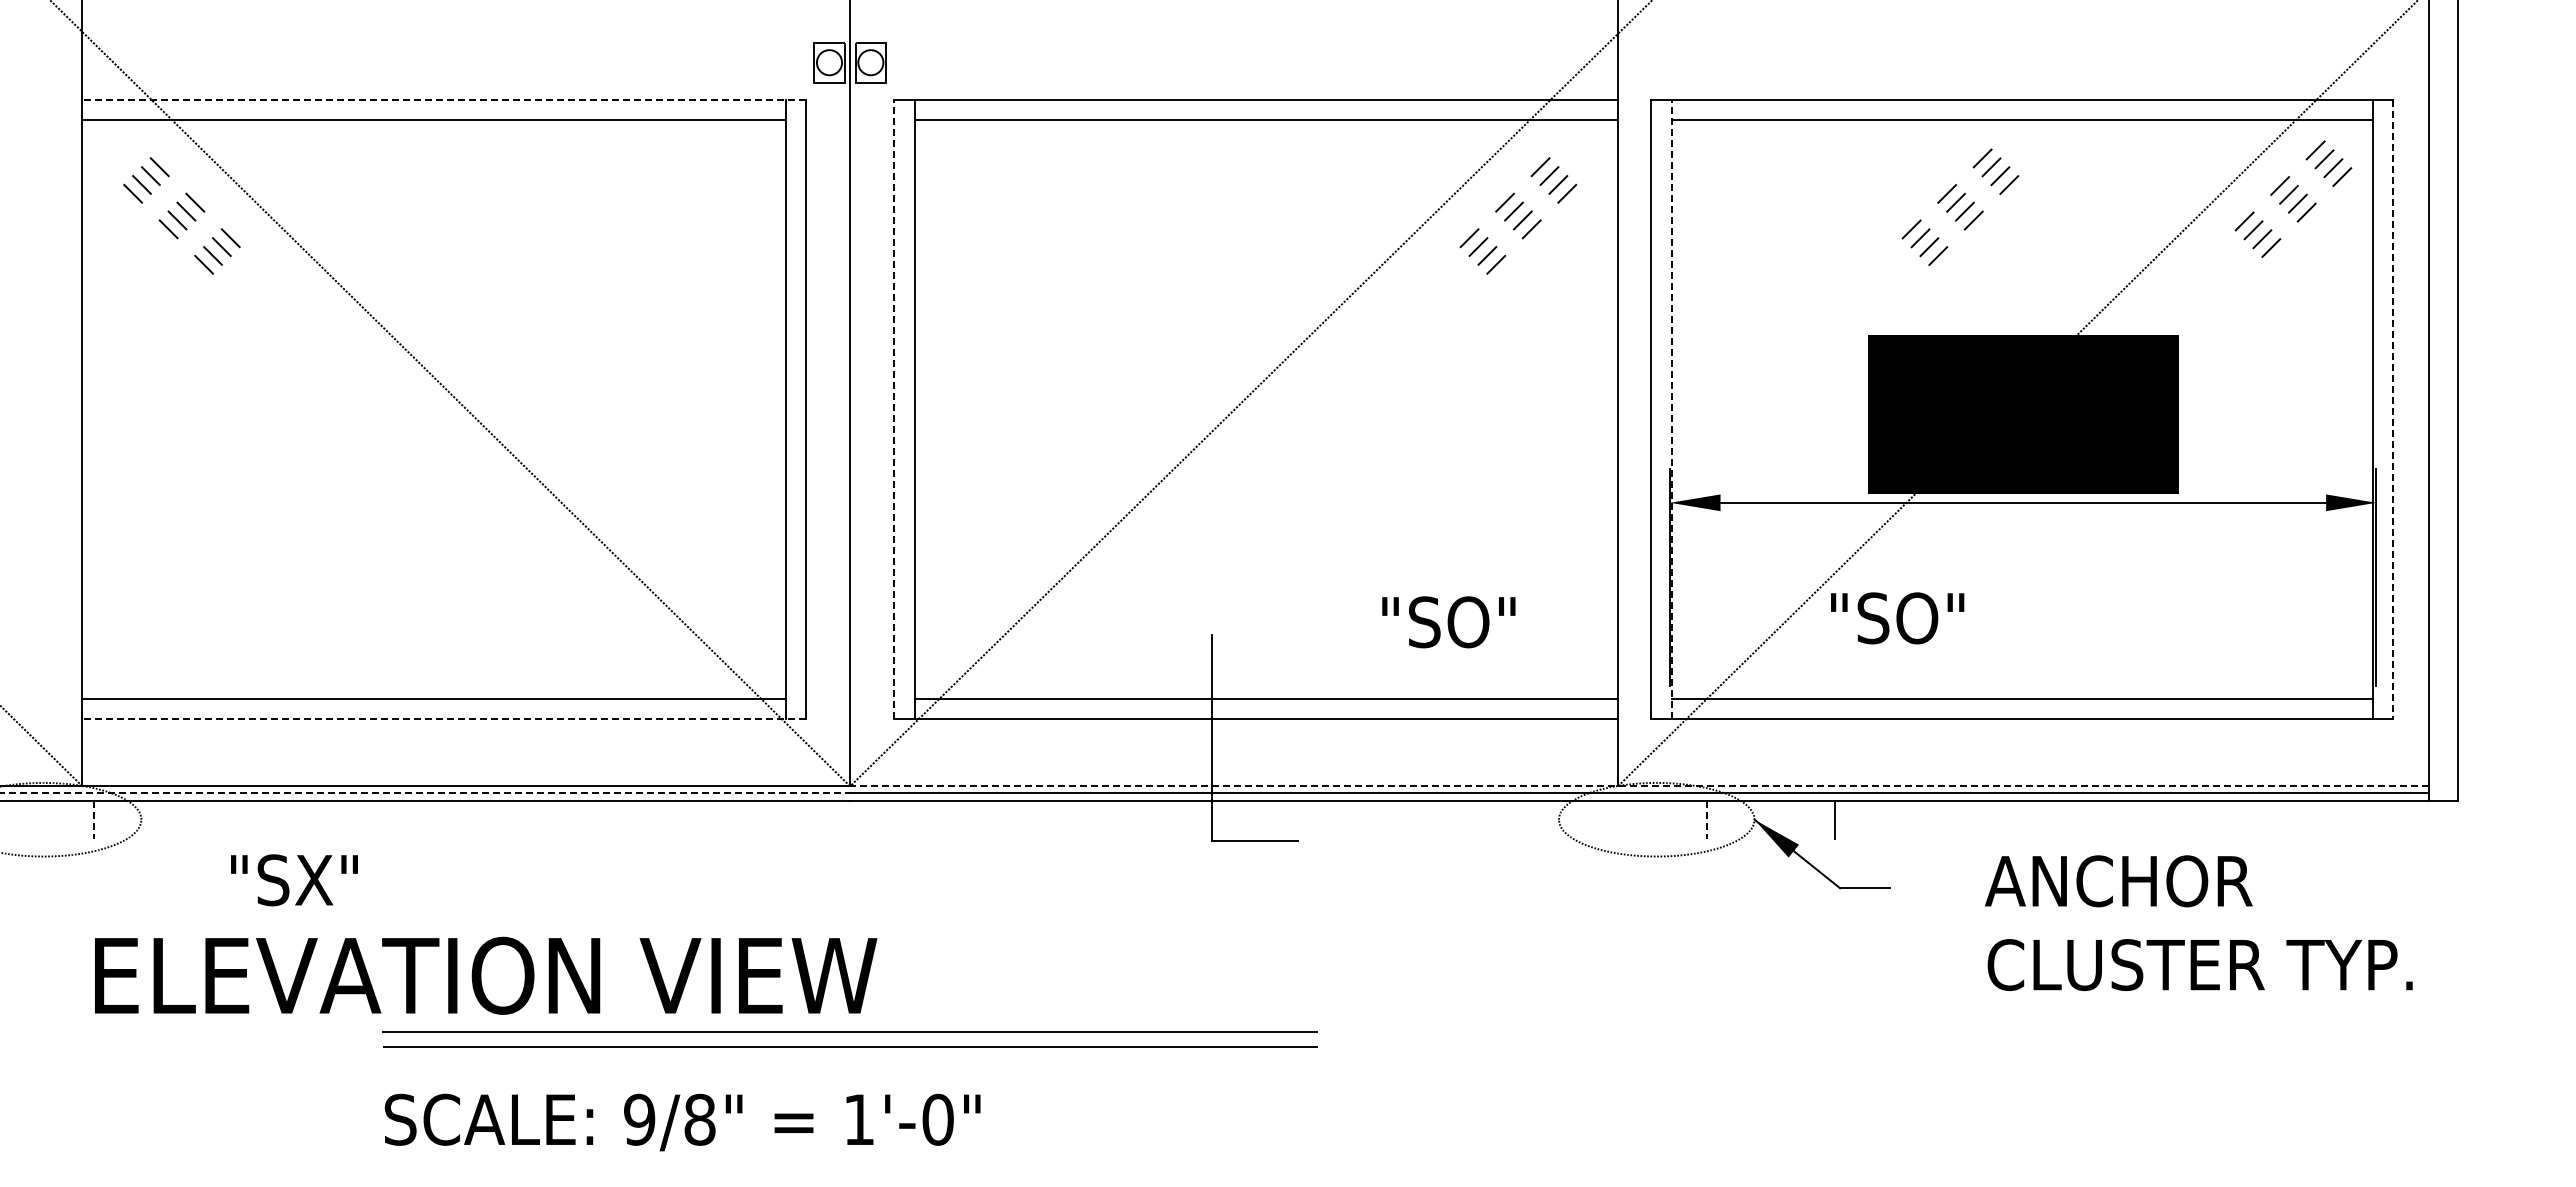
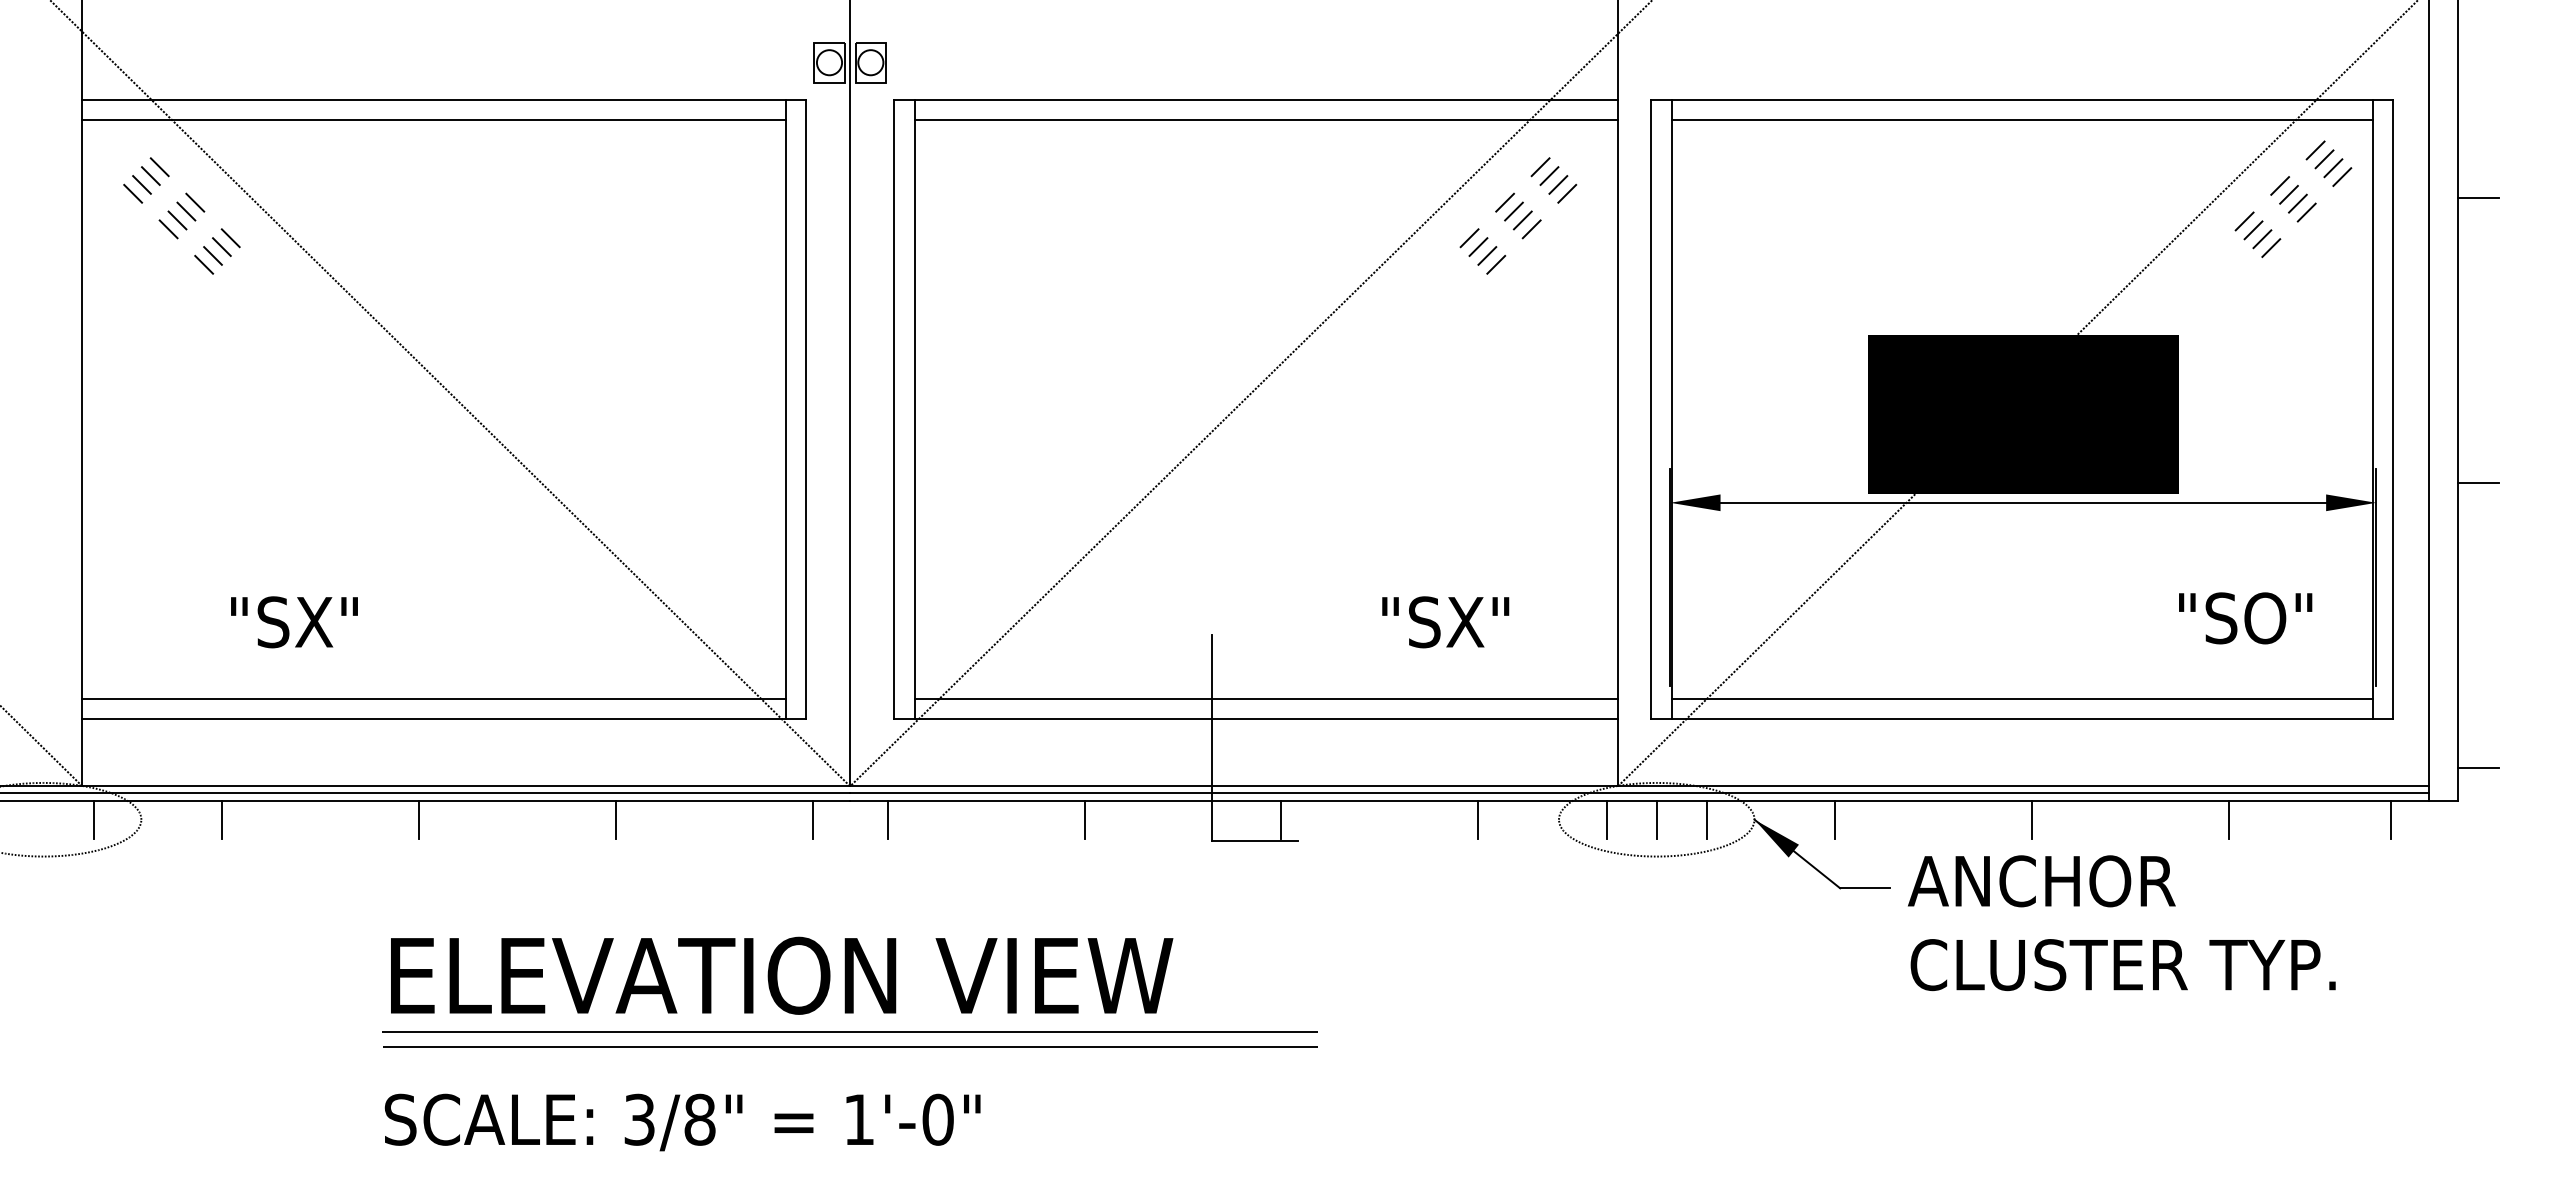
line at (444, 99): dashed -> solid
line at (2477, 198): none -> present
part at (1960, 206): present -> none
line at (894, 409): dashed -> solid
line at (1671, 409): dashed -> solid
line at (2393, 409): dashed -> solid
line at (2477, 482): none -> present
text at (1897, 618) position: (1897, 618) -> (2245, 618)
text at (1480, 622): "SO" -> "SX"
line at (444, 719): dashed -> solid
line at (2477, 767): none -> present
line at (1638, 786): dashed -> solid
line at (425, 792): dashed -> solid
line at (93, 819): dashed -> solid
line at (222, 819): none -> present
line at (418, 819): none -> present
line at (615, 819): none -> present
line at (812, 819): none -> present
line at (887, 819): none -> present
line at (1084, 819): none -> present
line at (1281, 819): none -> present
line at (1478, 819): none -> present
line at (1606, 819): none -> present
line at (1656, 819): none -> present
line at (1706, 819): dashed -> solid
line at (2032, 819): none -> present
line at (2228, 819): none -> present
line at (2390, 819): none -> present
text at (294, 880) position: (294, 880) -> (294, 622)
text at (2198, 923) position: (2198, 923) -> (2121, 923)
text at (486, 975) position: (486, 975) -> (782, 975)
text at (639, 1119): 9/8" -> 3/8"
